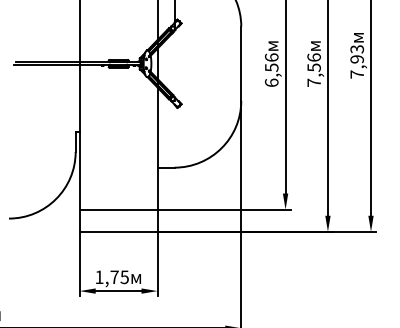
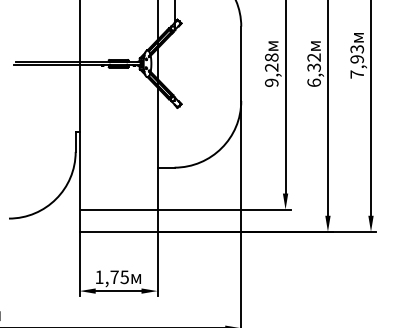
text at (271, 69): 6,56 -> 9,28
text at (313, 69): 7,56 -> 6,32
